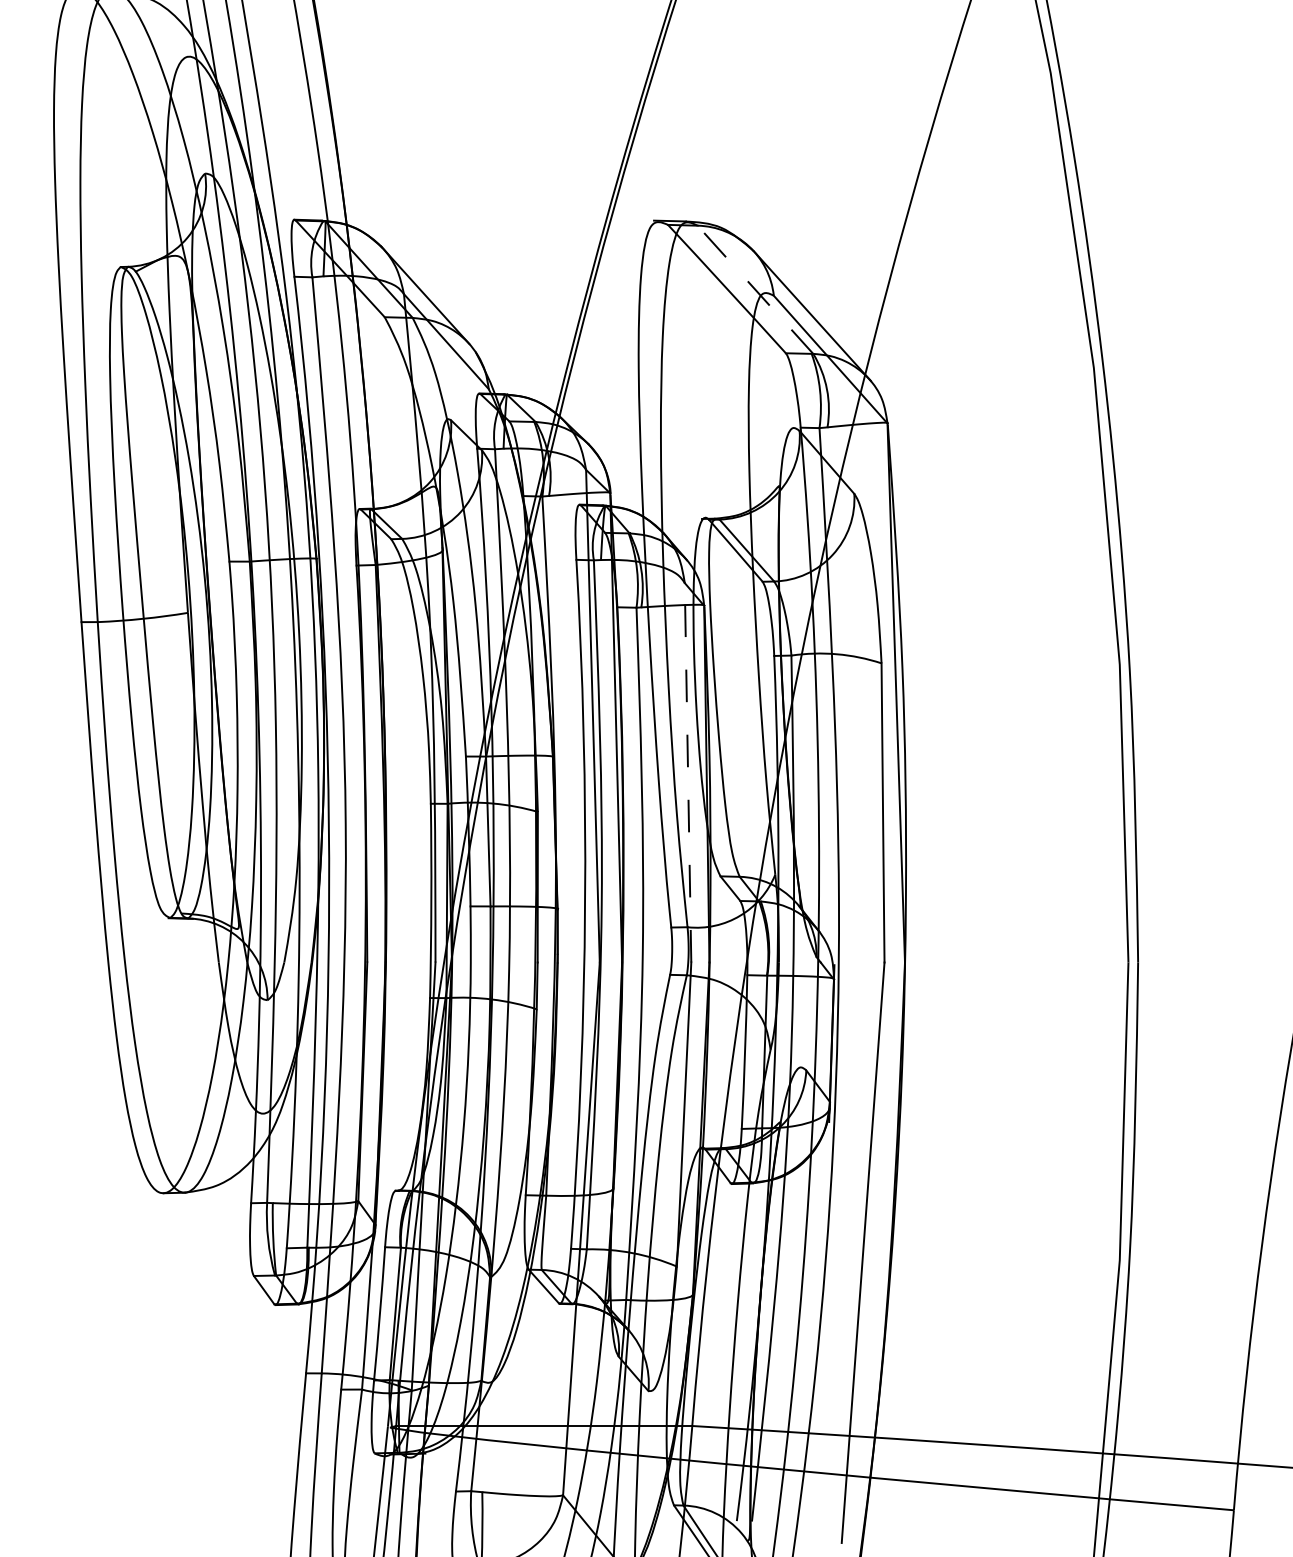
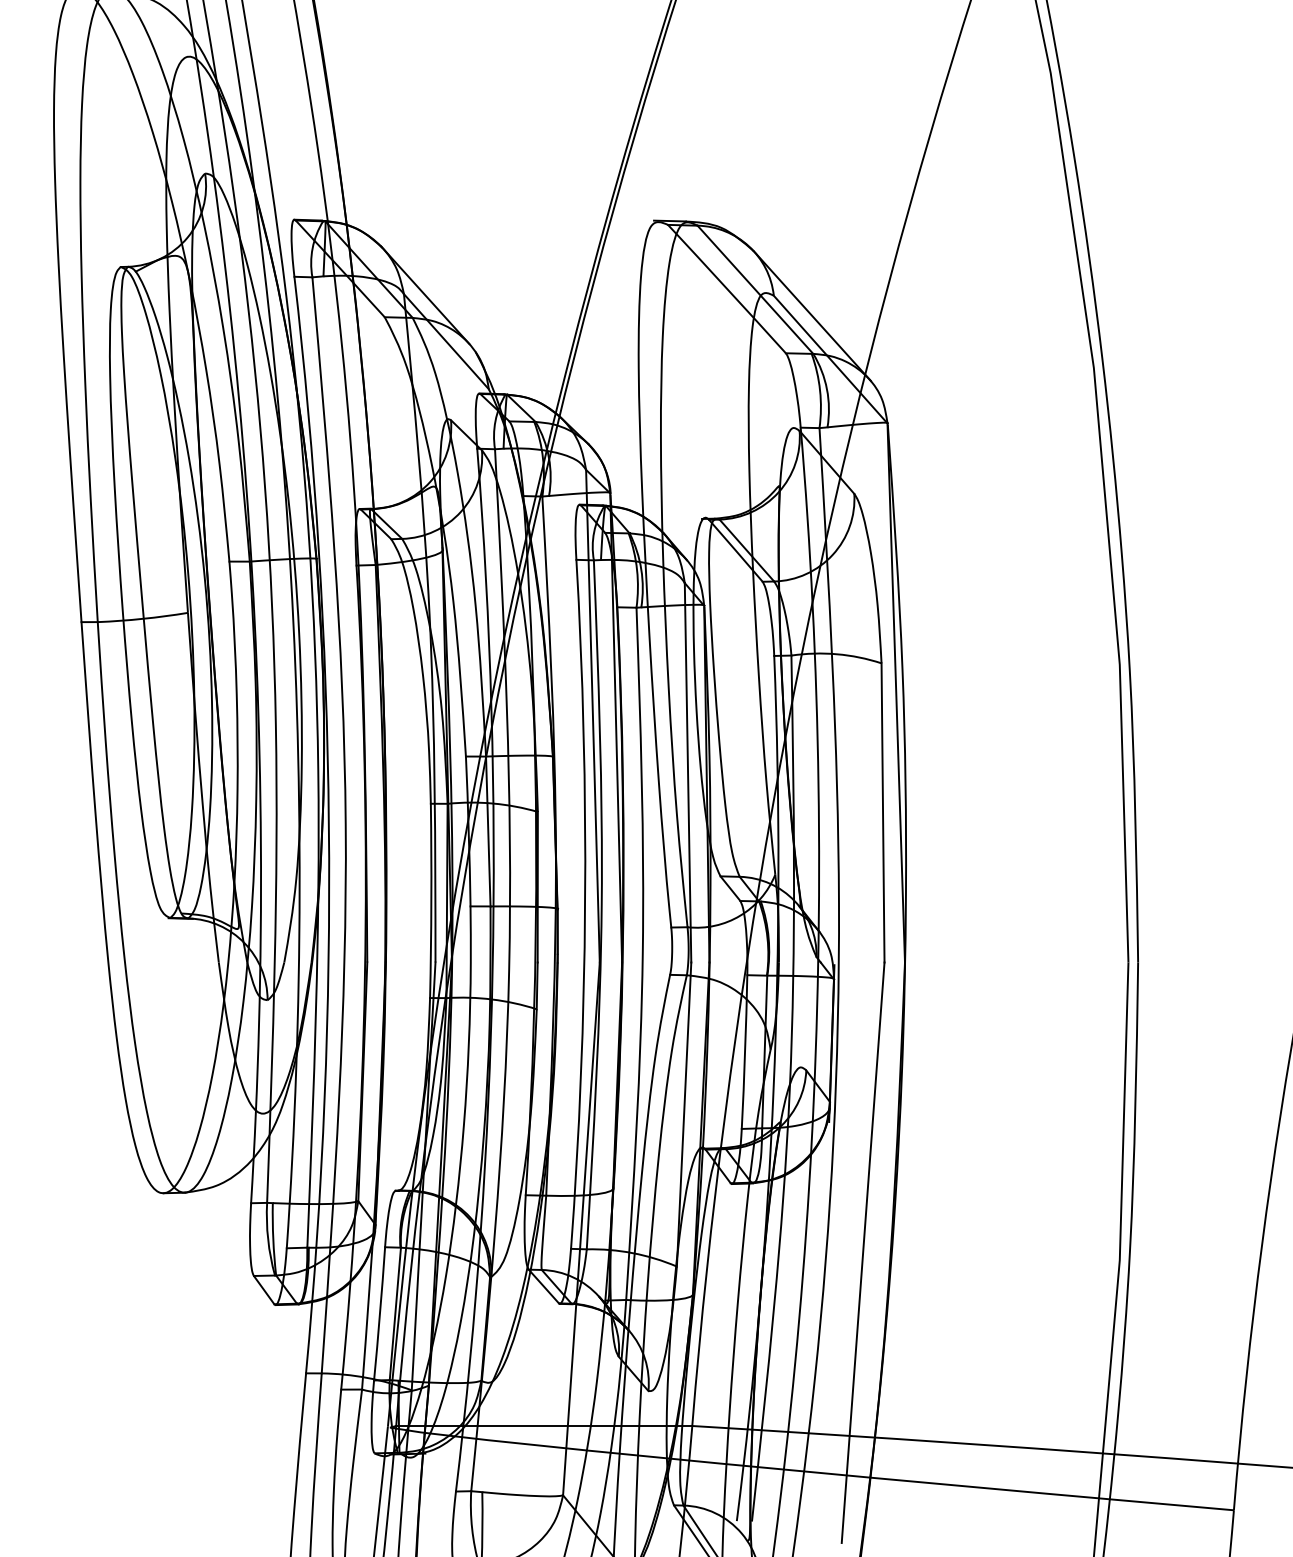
line at (755, 289): dashed -> solid
line at (688, 772): dashed -> solid
